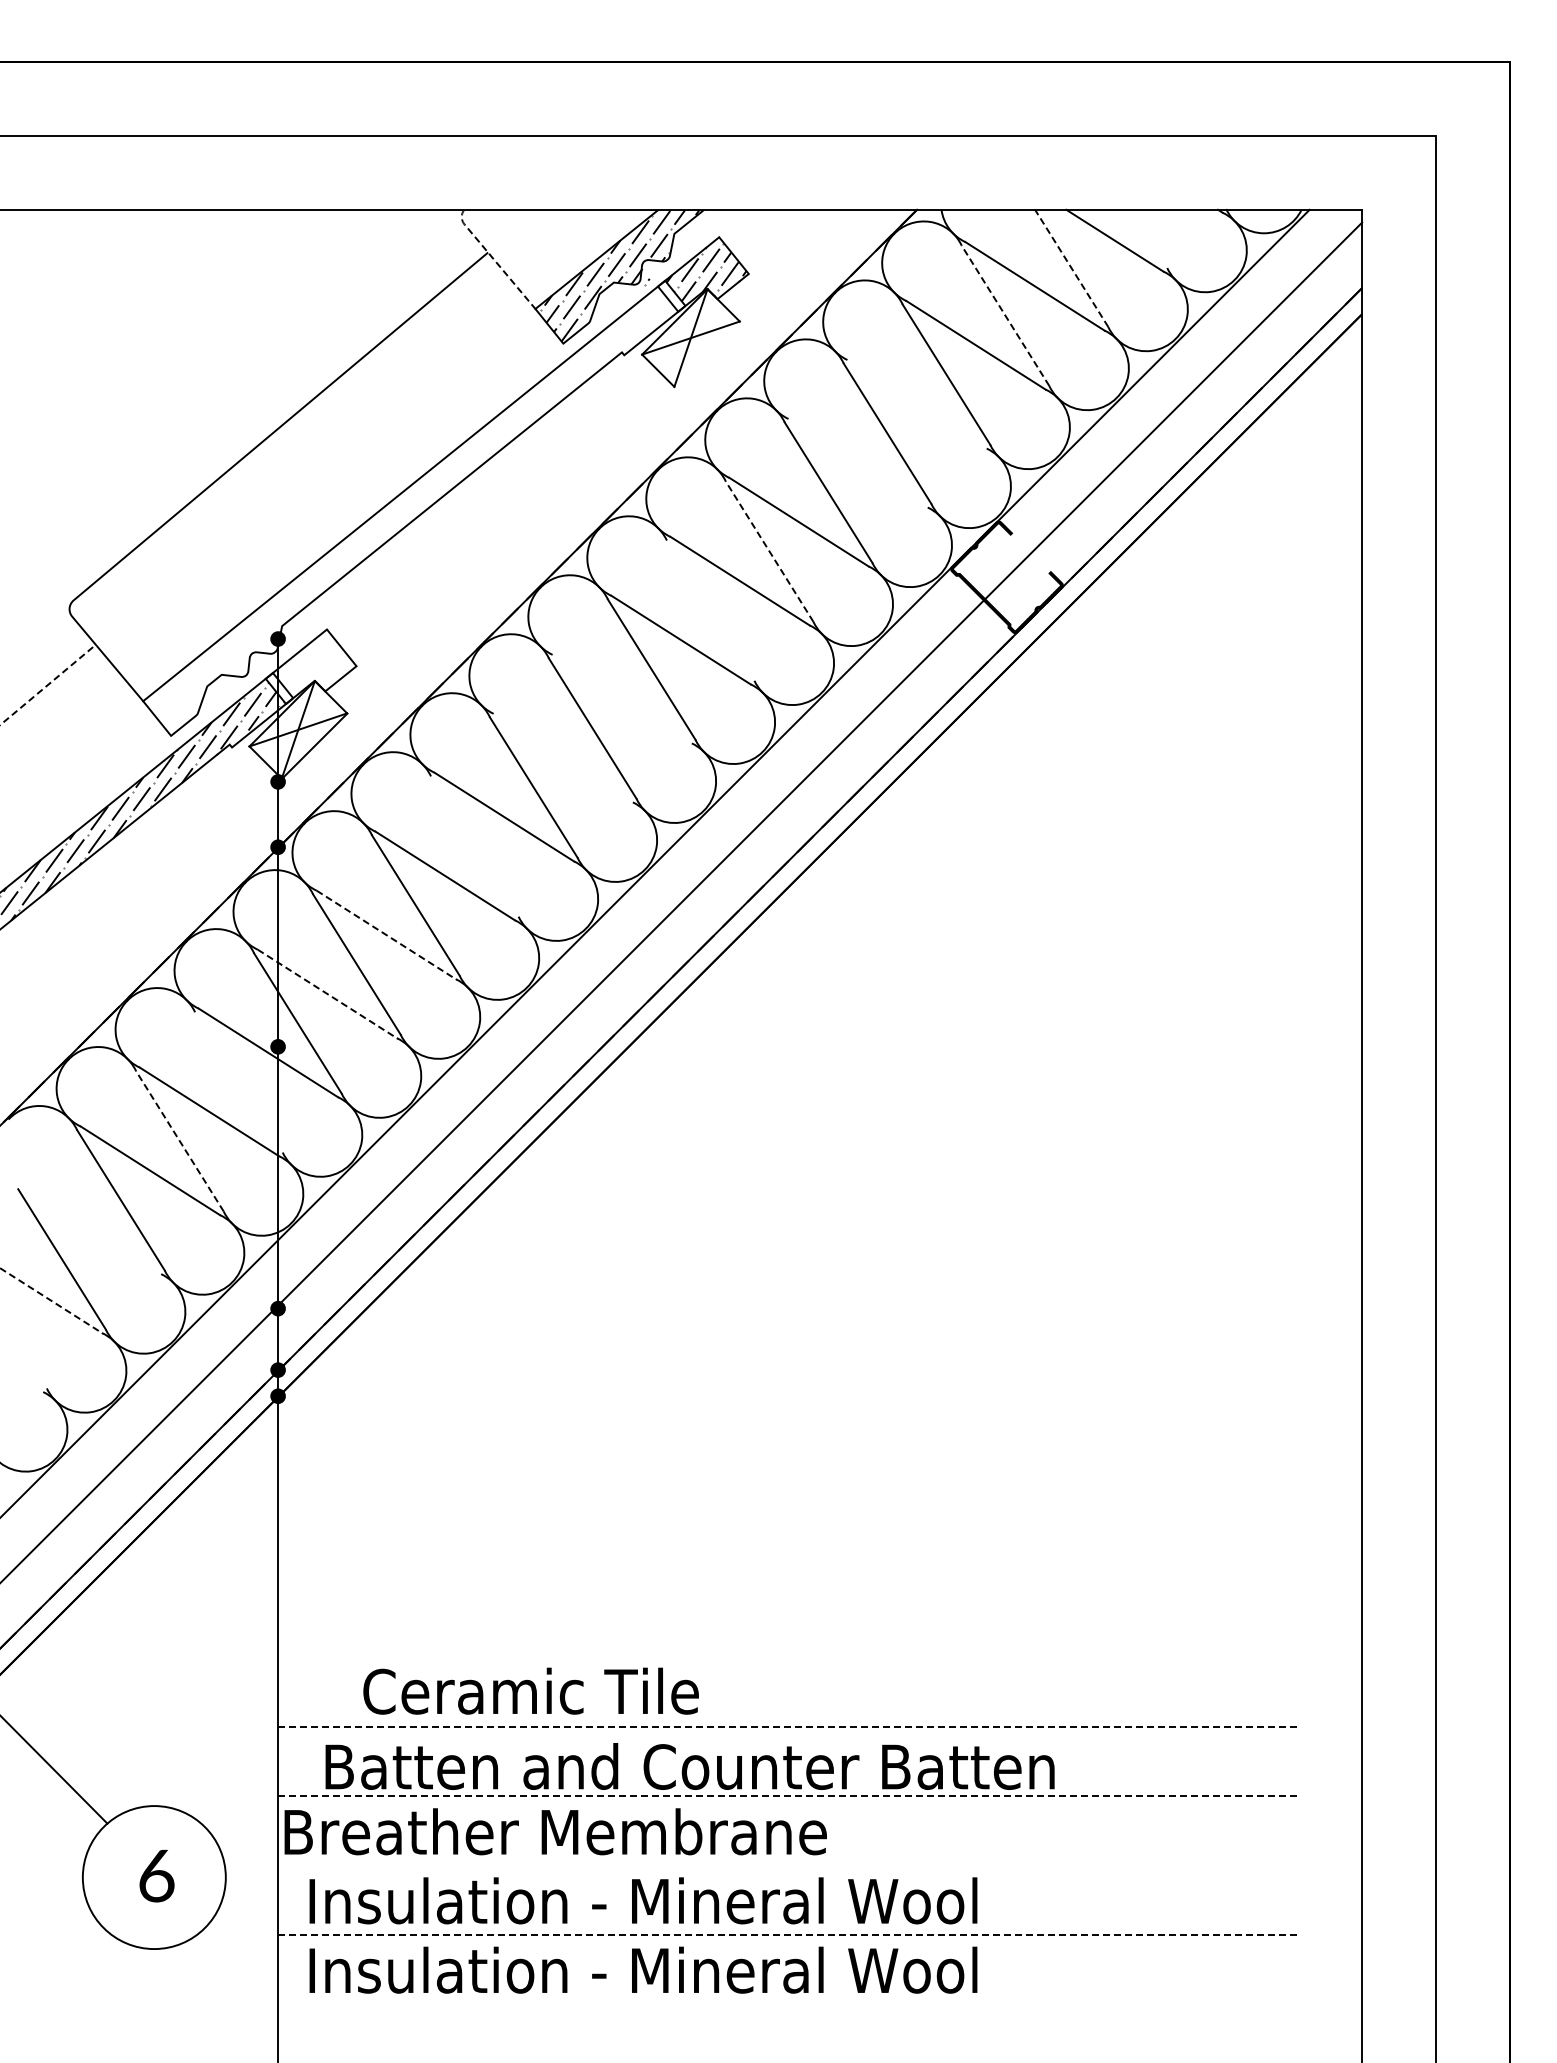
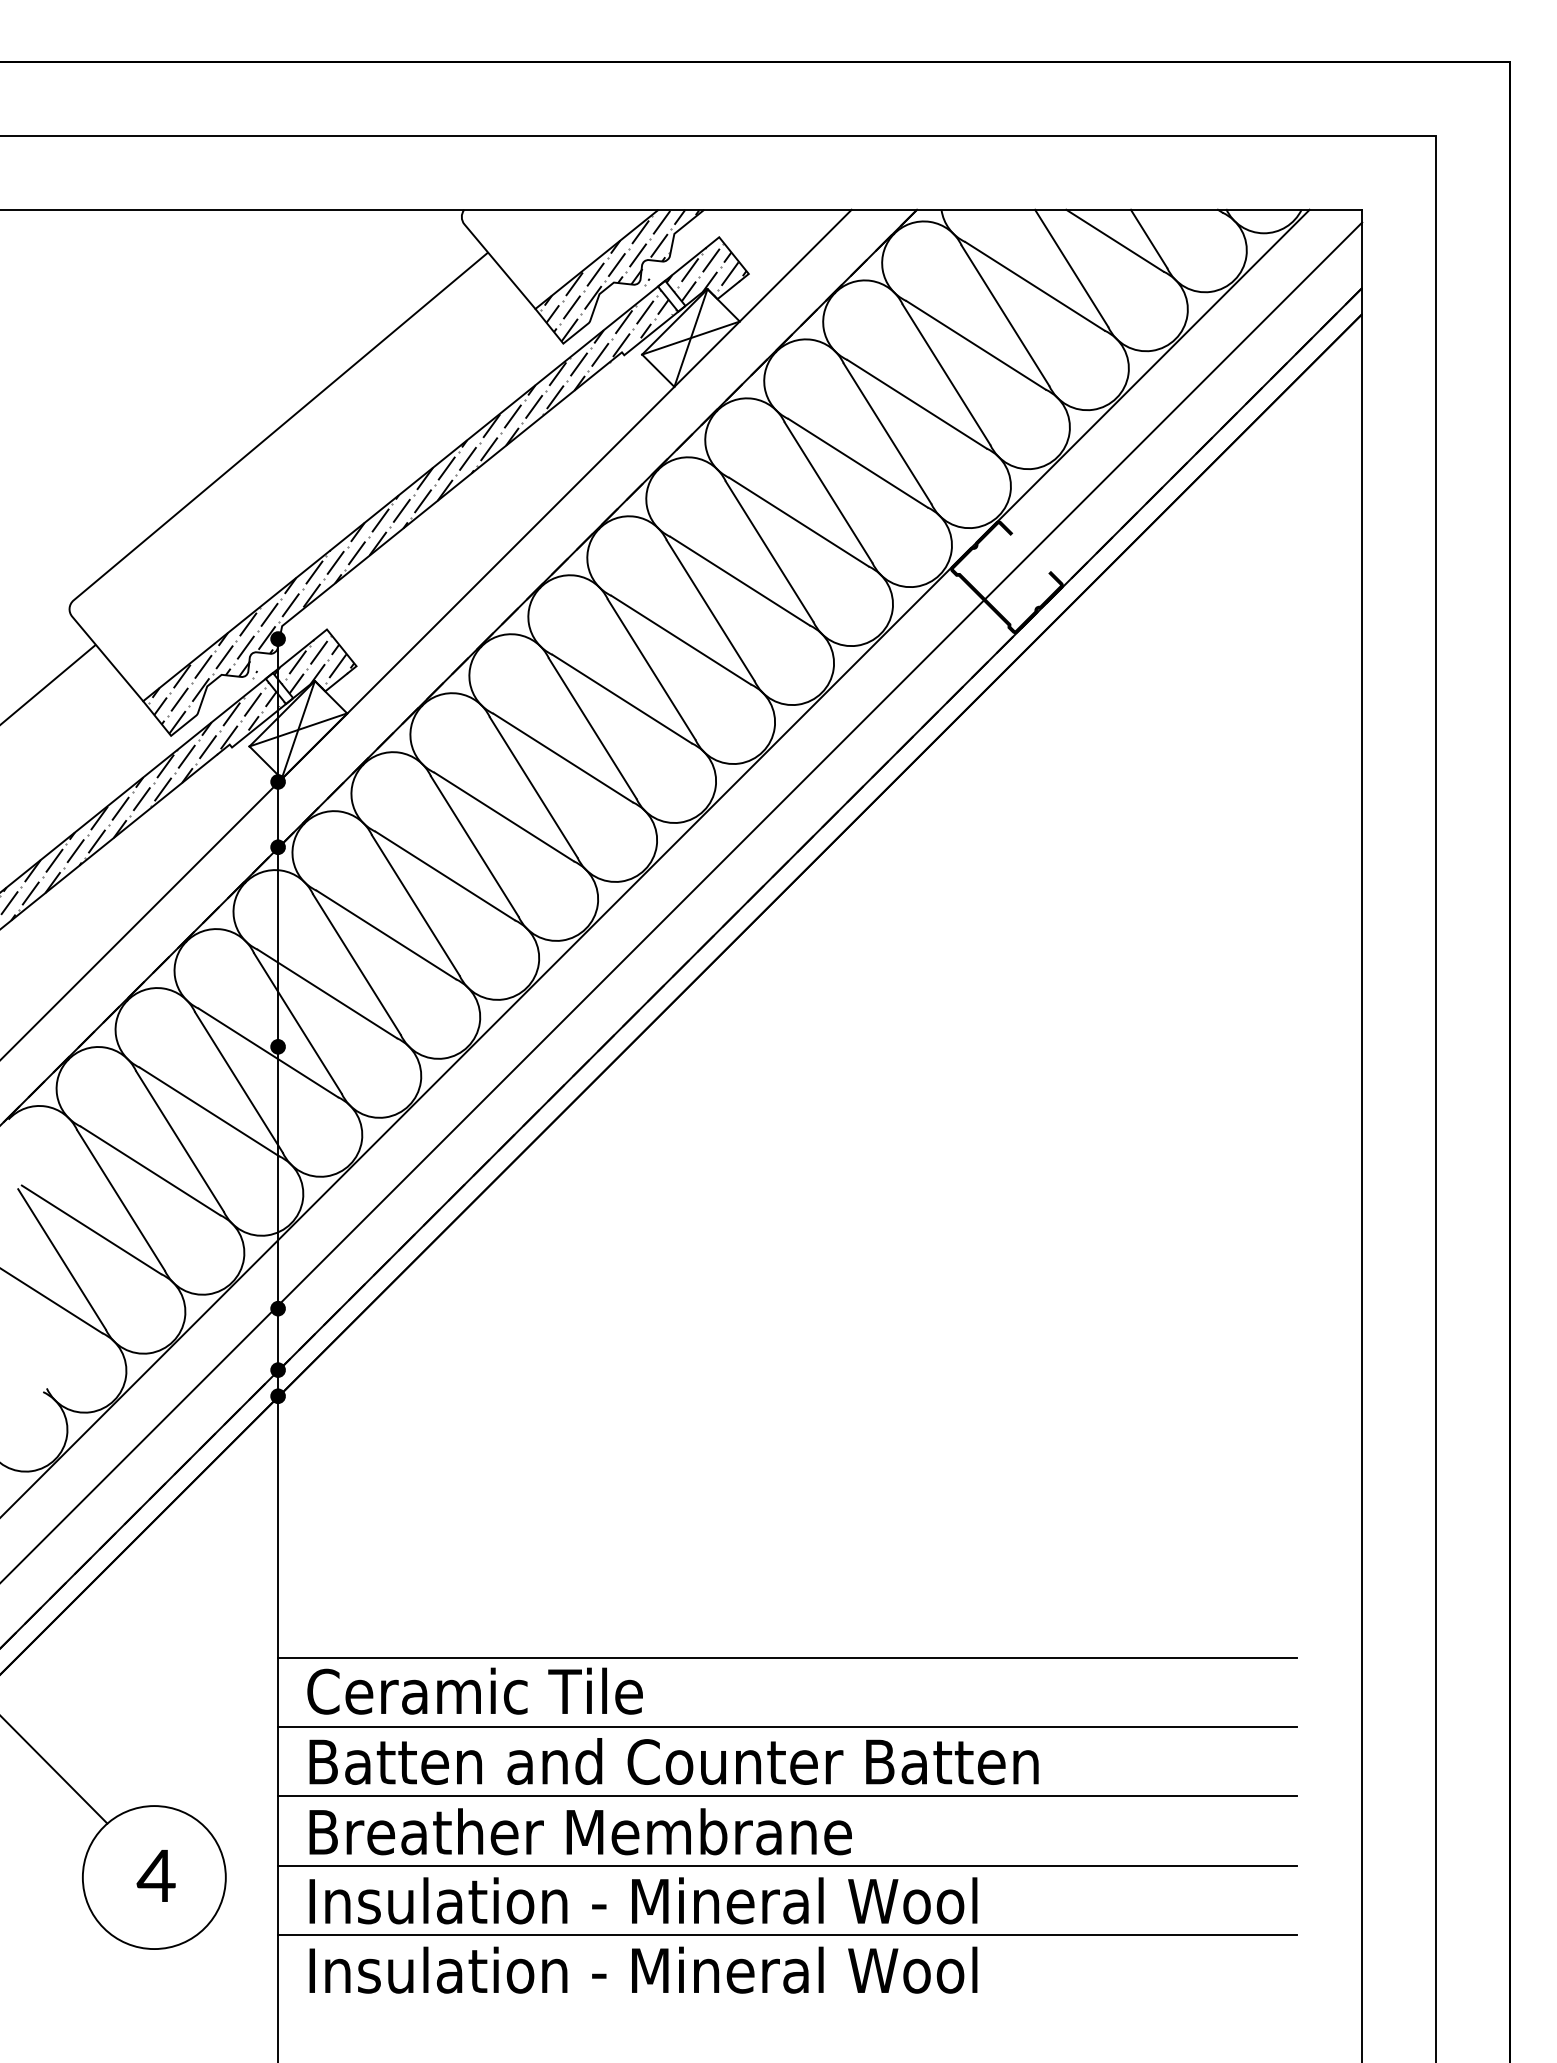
line at (1148, 238): none -> present
line at (493, 259): dashed -> solid
line at (1071, 267): dashed -> solid
line at (1005, 315): dashed -> solid
line at (916, 404): none -> present
line at (857, 462): none -> present
hatch at (412, 511): none -> present
line at (769, 551): dashed -> solid
line at (710, 610): none -> present
line at (426, 633): none -> present
hatch at (314, 664): none -> present
line at (48, 684): dashed -> solid
line at (621, 698): none -> present
line at (562, 757): none -> present
line at (474, 846): none -> present
line at (386, 935): dashed -> solid
line at (327, 993): dashed -> solid
line at (238, 1082): none -> present
line at (179, 1141): dashed -> solid
line at (91, 1229): none -> present
line at (51, 1301): dashed -> solid
line at (787, 1657): none -> present
text at (530, 1690) position: (530, 1690) -> (474, 1690)
line at (787, 1726): dashed -> solid
text at (689, 1766) position: (689, 1766) -> (673, 1761)
line at (787, 1796): dashed -> solid
text at (555, 1831) position: (555, 1831) -> (580, 1831)
line at (787, 1865): none -> present
text at (155, 1876): 6 -> 4
line at (787, 1934): dashed -> solid
